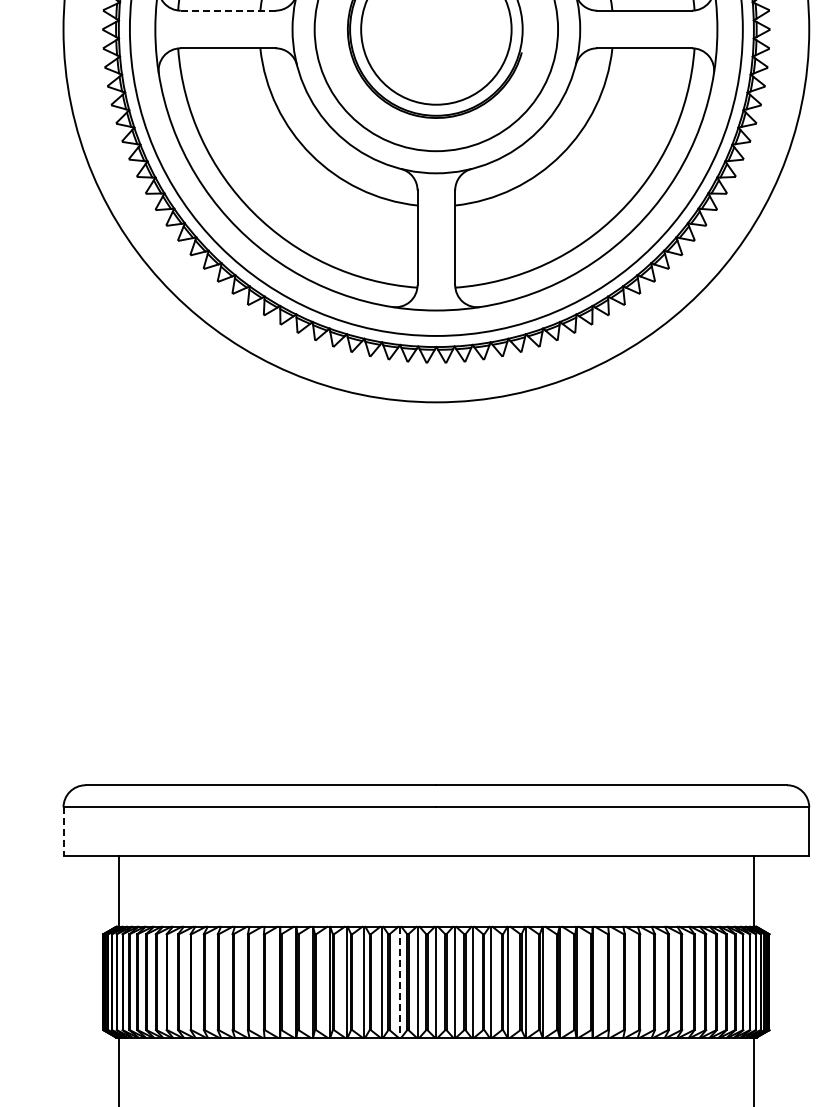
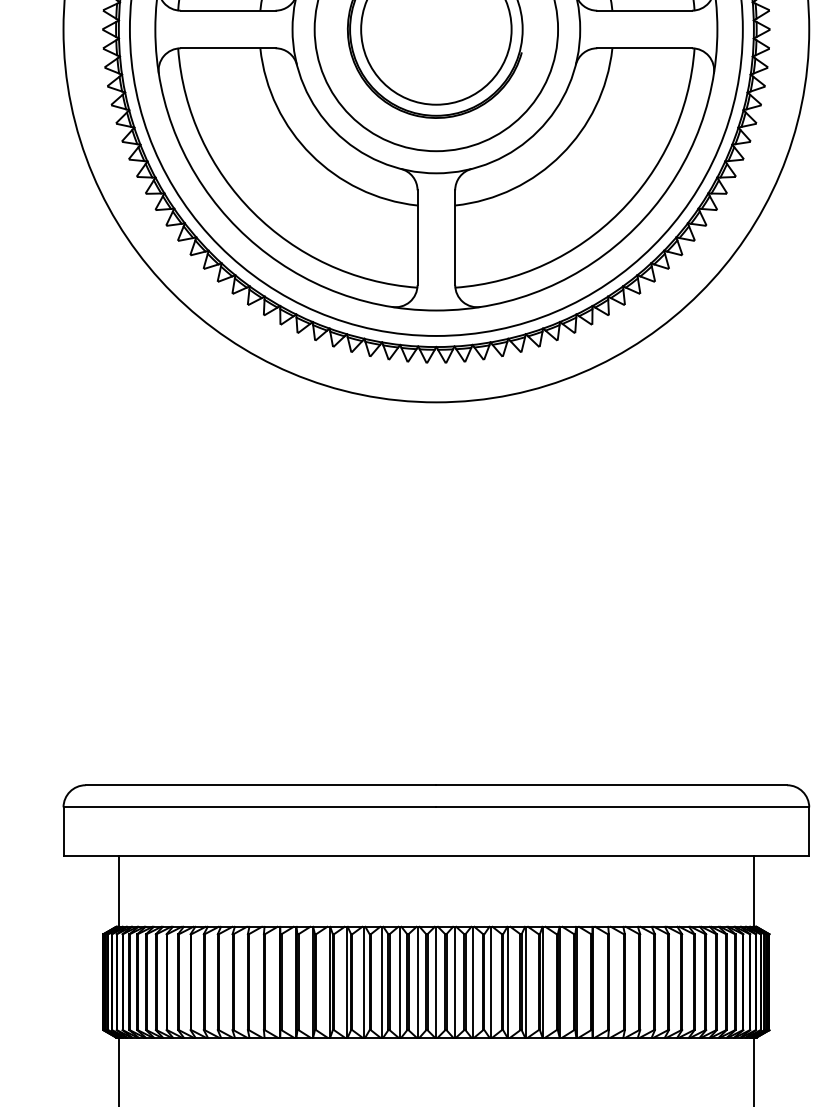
line at (227, 10): dashed -> solid
line at (63, 832): dashed -> solid
line at (400, 982): dashed -> solid
